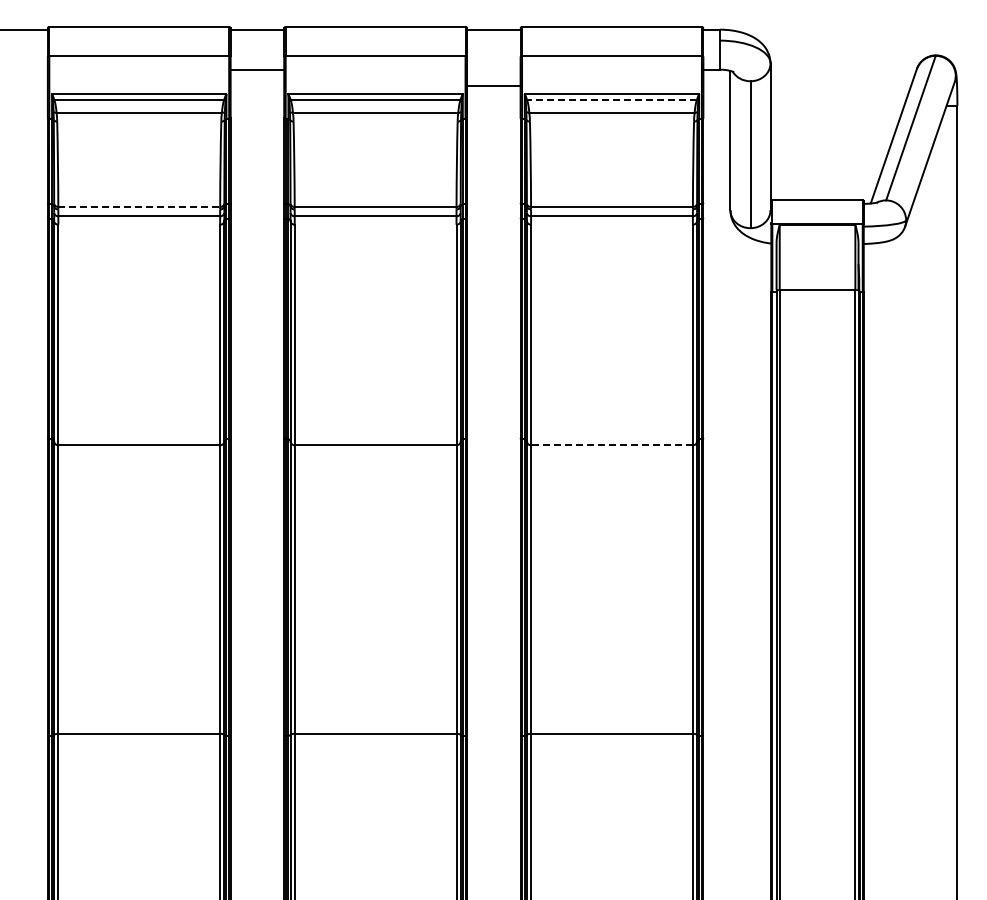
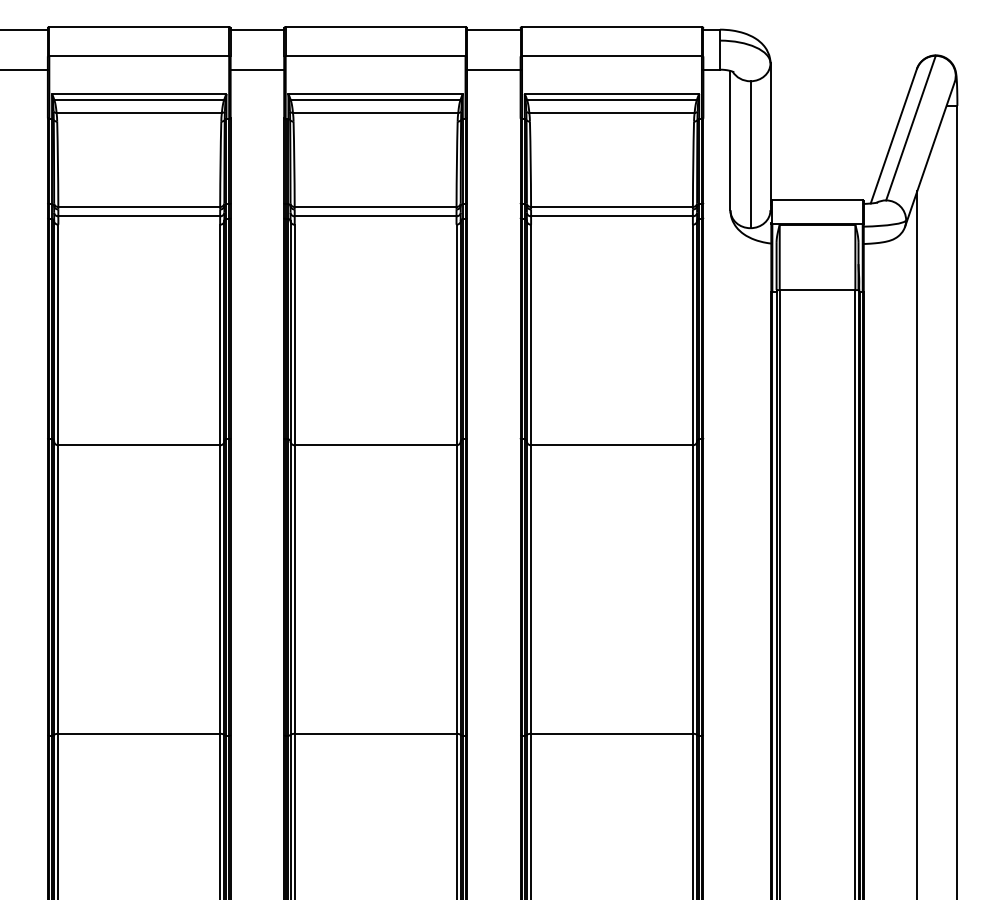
line at (24, 69): none -> present
line at (493, 85) position: (493, 85) -> (493, 69)
line at (611, 100): dashed -> solid
line at (139, 207): dashed -> solid
line at (611, 445): dashed -> solid
line at (917, 543): none -> present
